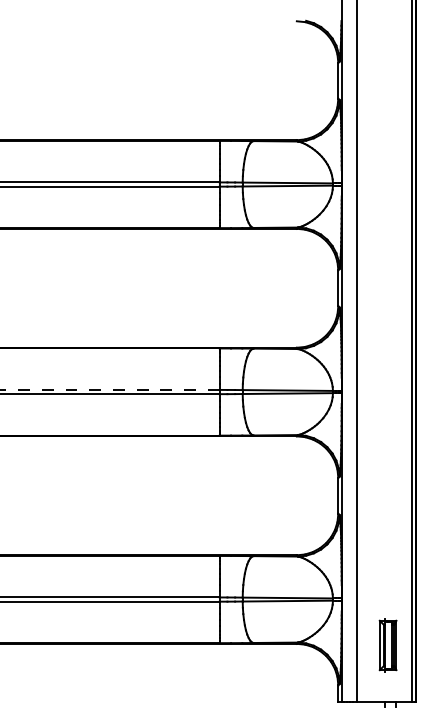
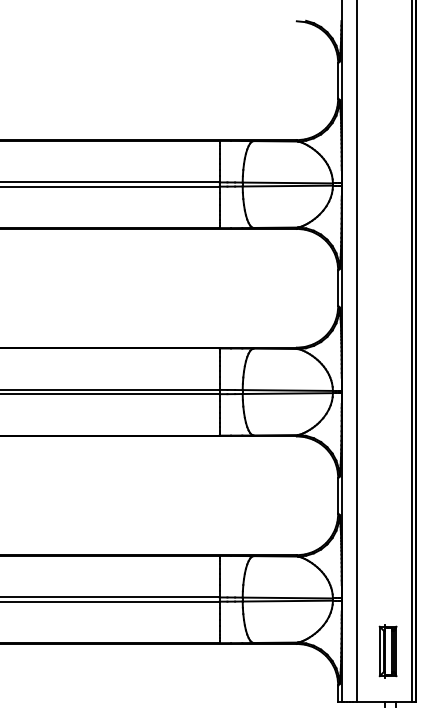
line at (109, 389): dashed -> solid
part at (387, 645) position: (387, 645) -> (387, 651)
